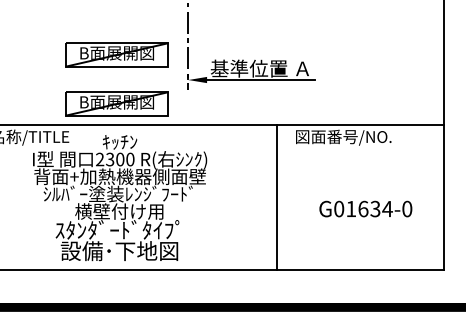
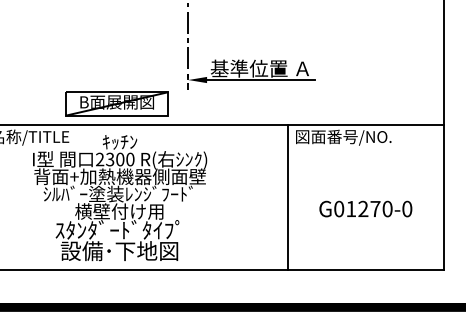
part at (116, 54): present -> none
line at (276, 197) position: (276, 197) -> (287, 197)
text at (375, 208): G01634-0 -> G01270-0
